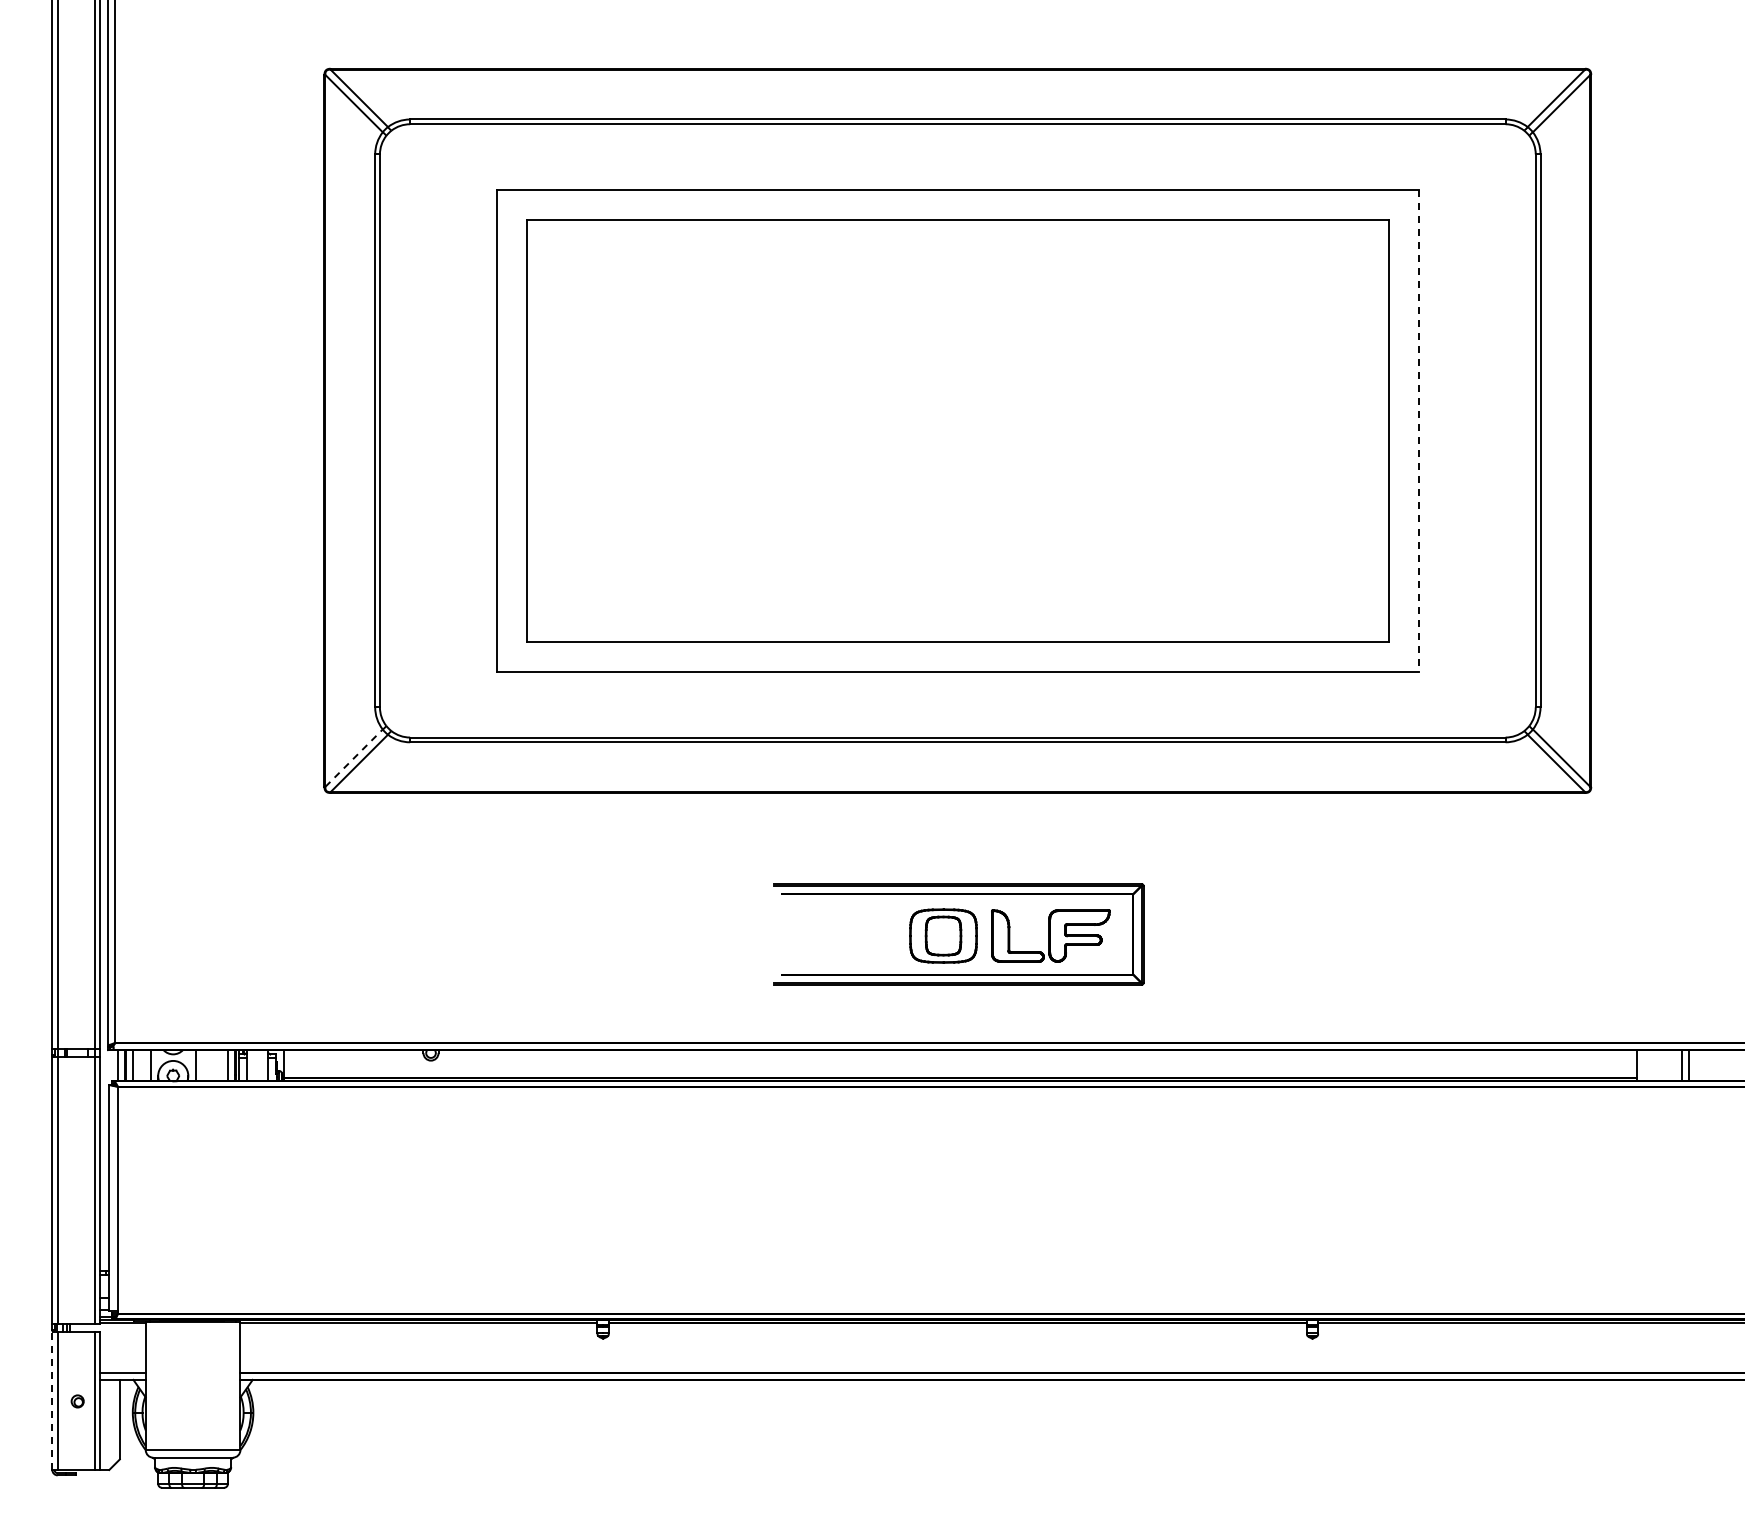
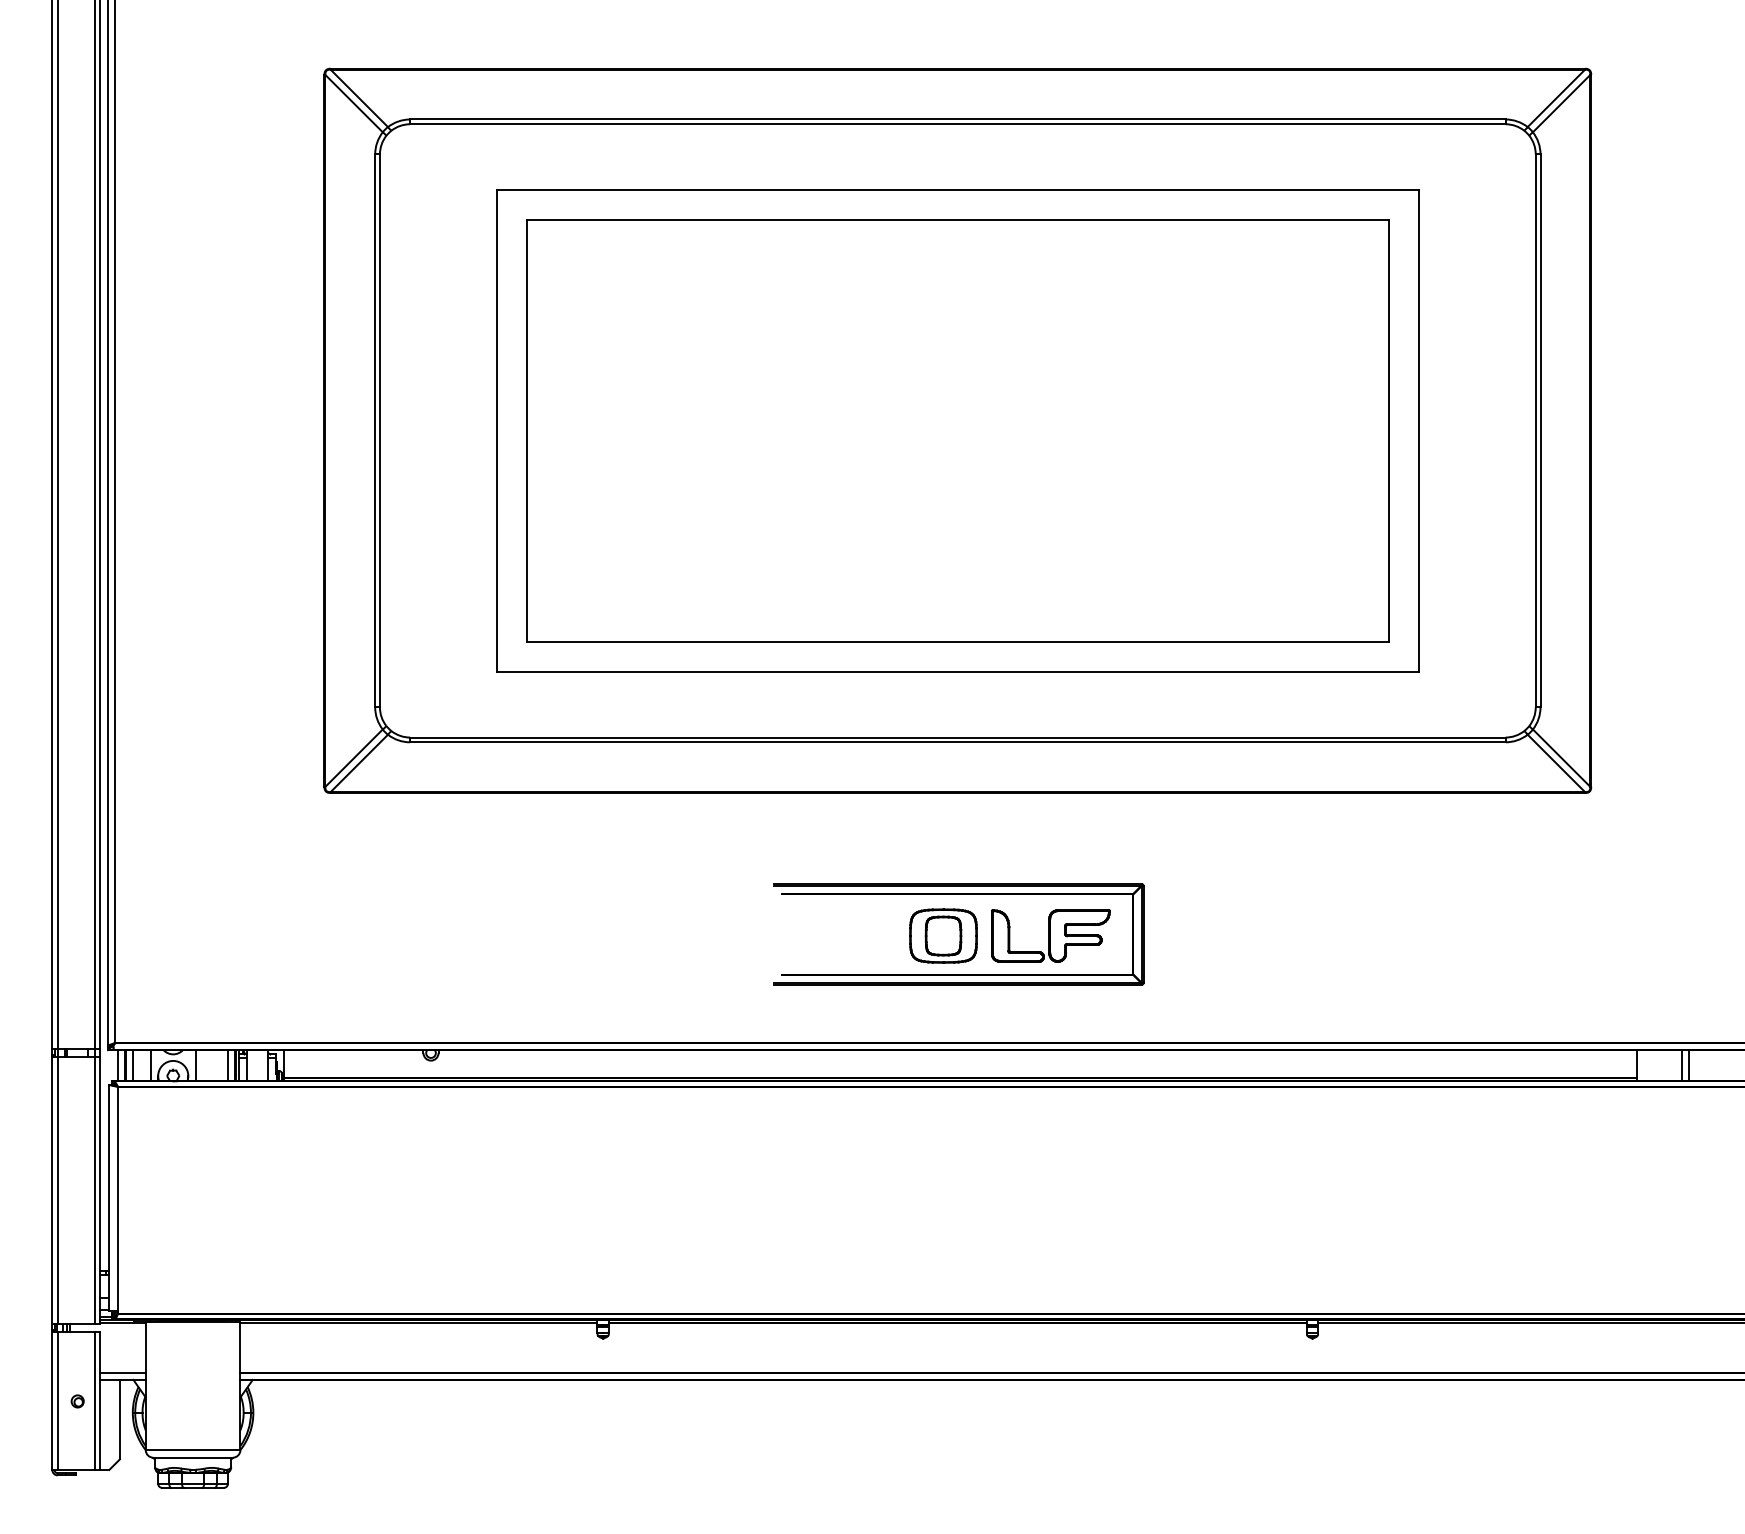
line at (1418, 431): dashed -> solid
line at (354, 758): dashed -> solid
line at (52, 1399): dashed -> solid
